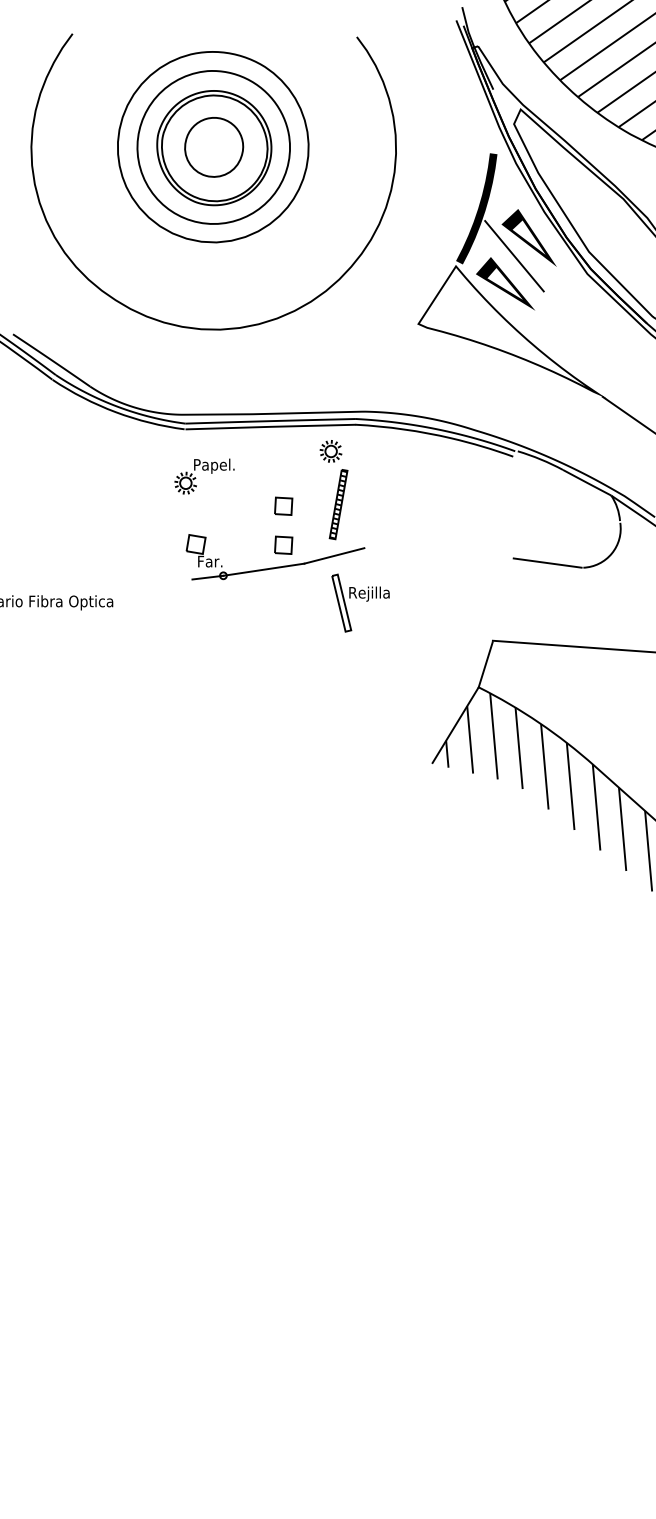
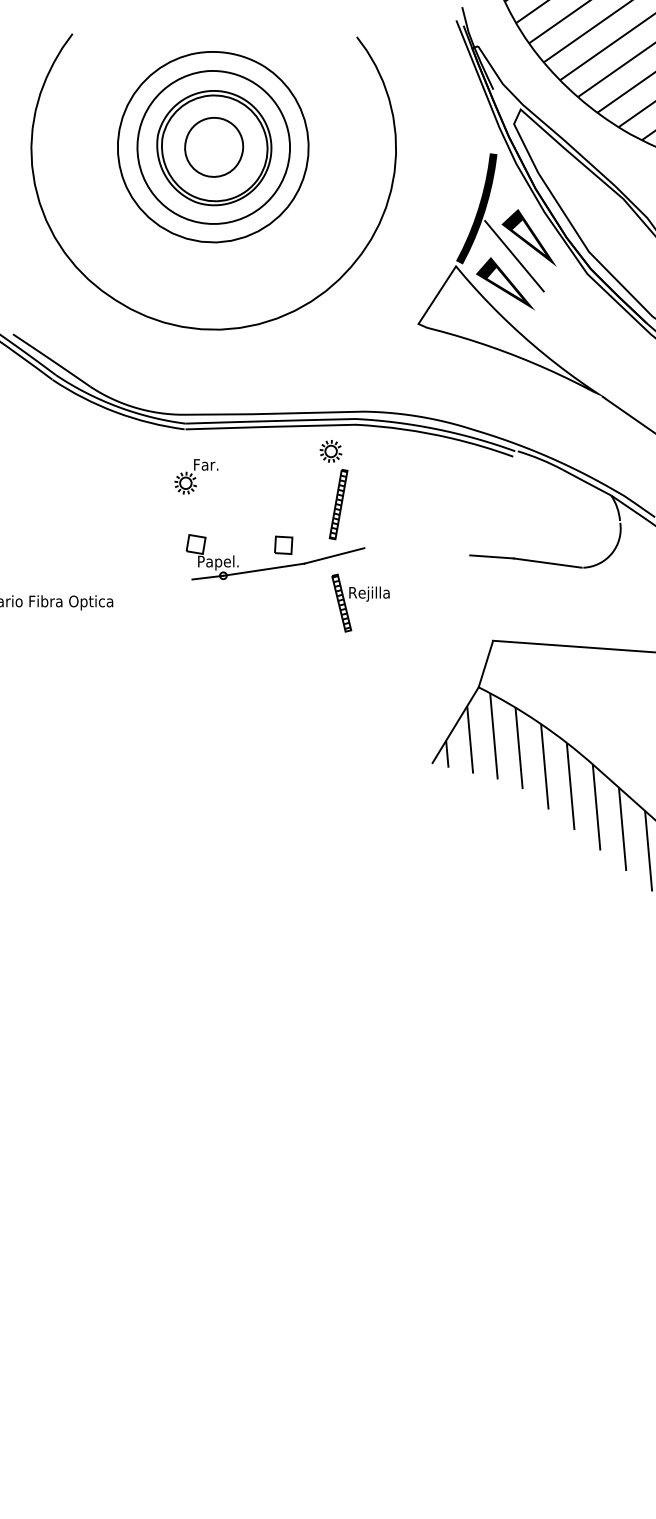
text at (214, 465): Papel. -> Far.
part at (283, 505): present -> none
line at (491, 556): none -> present
text at (218, 562): Far. -> Papel.
hatch at (341, 602): none -> present
